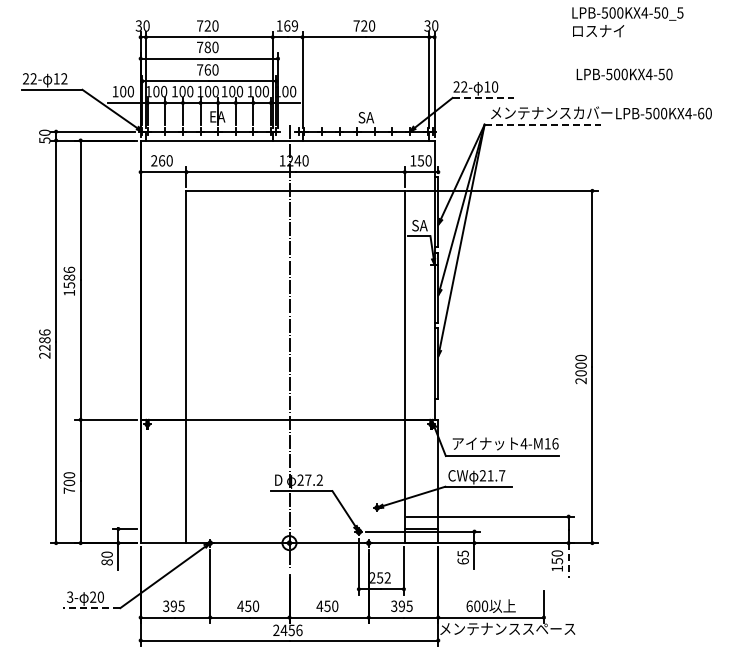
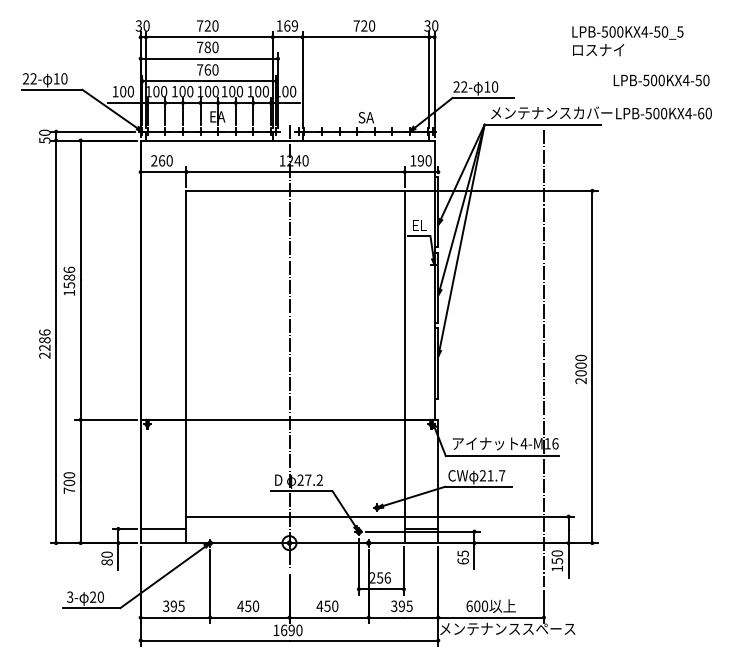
text at (627, 22) position: (627, 22) -> (627, 41)
text at (624, 74) position: (624, 74) -> (661, 80)
text at (64, 78): 12 -> 10
line at (483, 97): dashed -> solid
line at (542, 124): dashed -> solid
text at (420, 160): 150 -> 190
text at (419, 225): SA -> EL
line at (543, 358): none -> present
line at (295, 516): none -> present
line at (163, 529): none -> present
line at (568, 560): dashed -> solid
text at (387, 577): 252 -> 256
line at (91, 608): dashed -> solid
text at (287, 630): 2456 -> 1690
